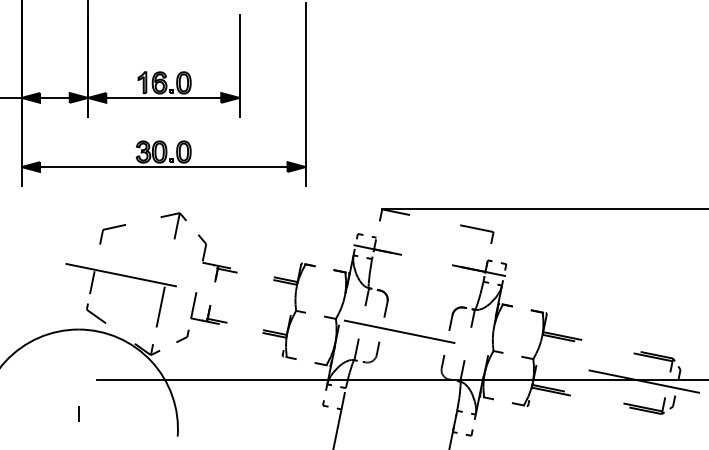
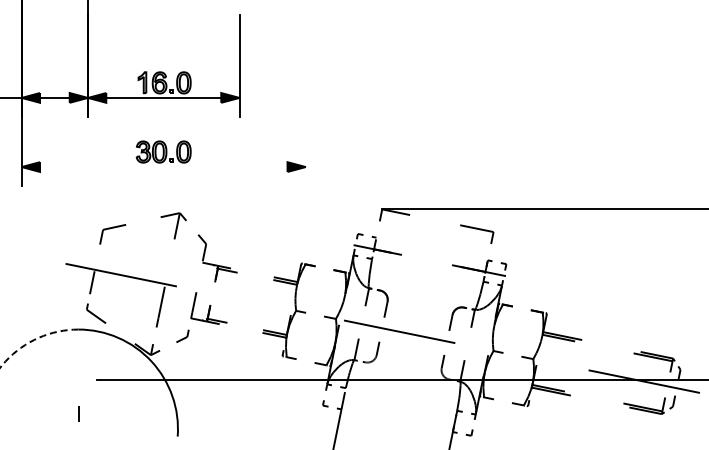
line at (305, 94): present -> none
line at (163, 167): present -> none
arc at (34, 339): solid -> dashed
